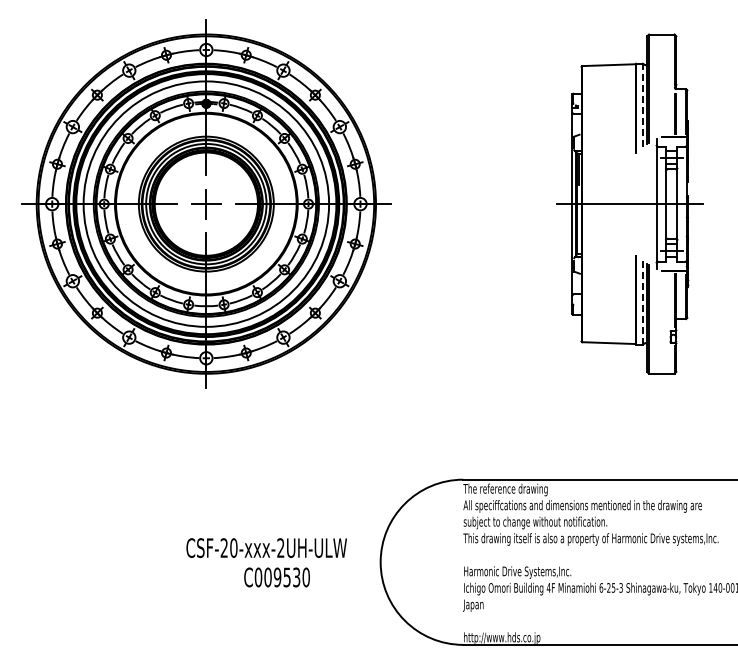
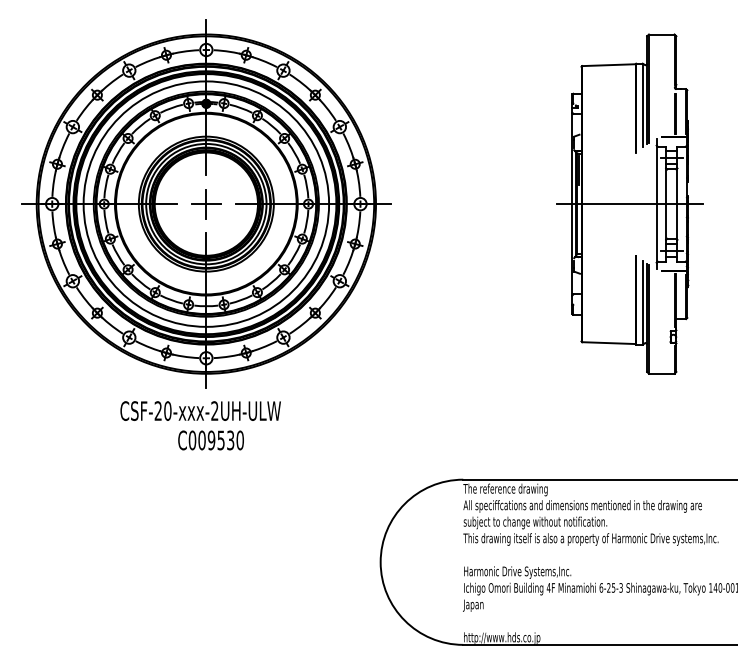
line at (642, 105): dashed -> solid
line at (642, 302): dashed -> solid
text at (266, 562) position: (266, 562) -> (200, 425)
